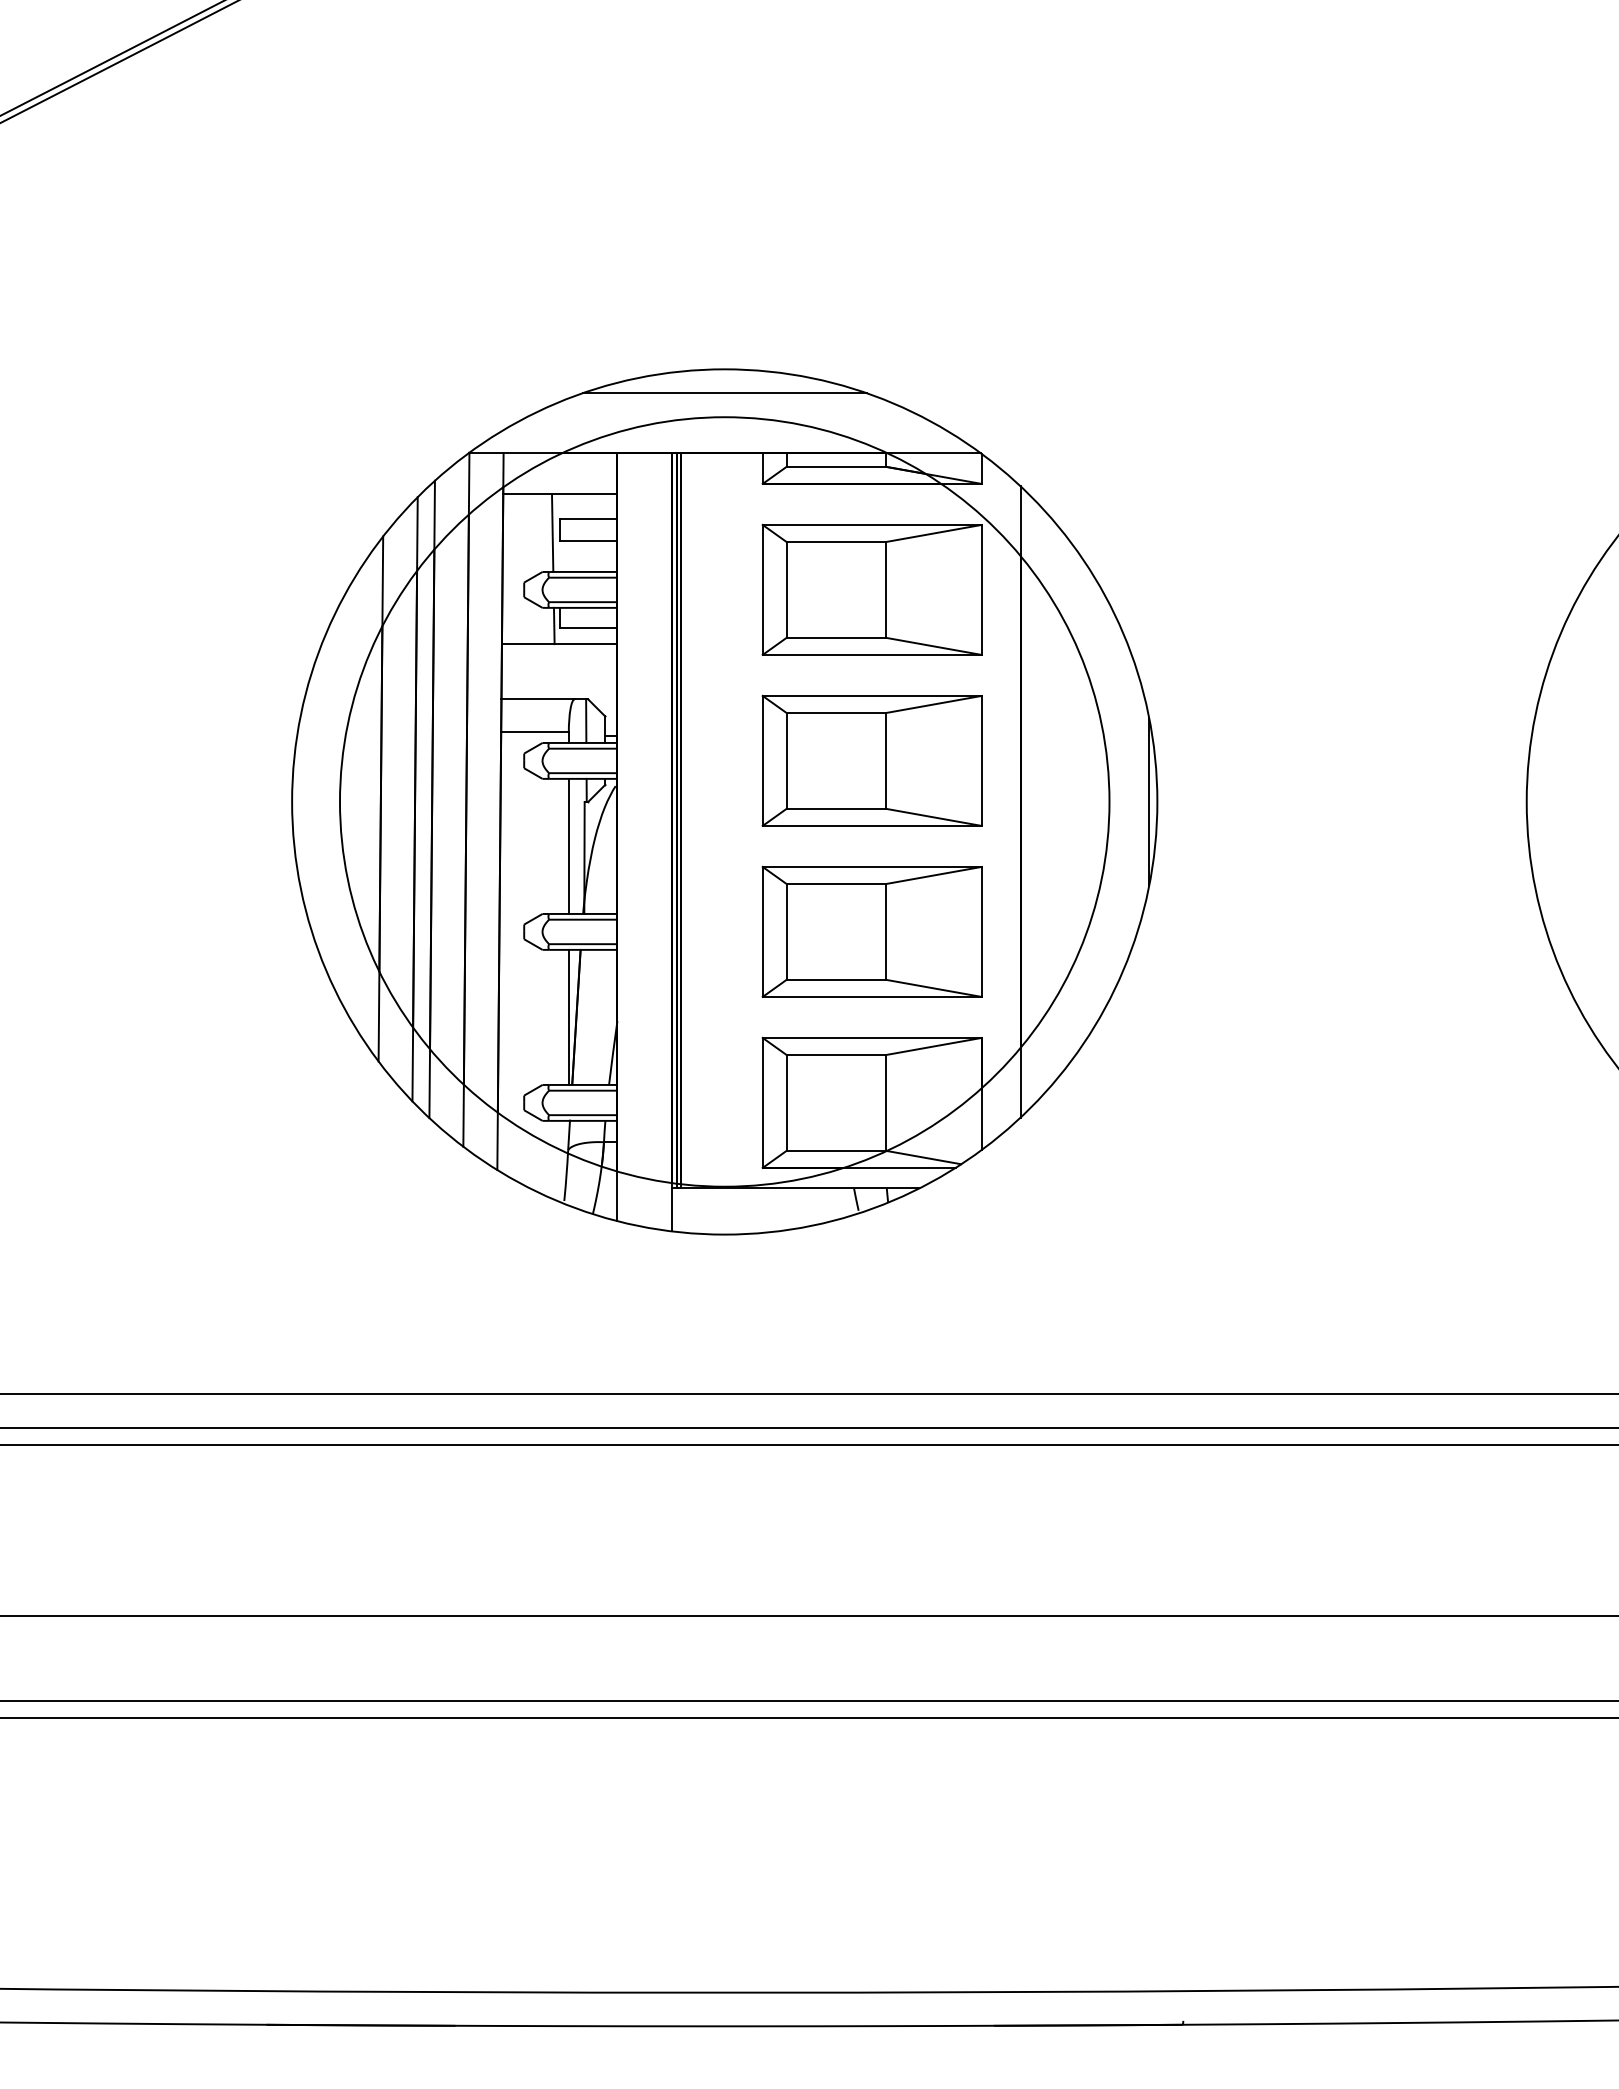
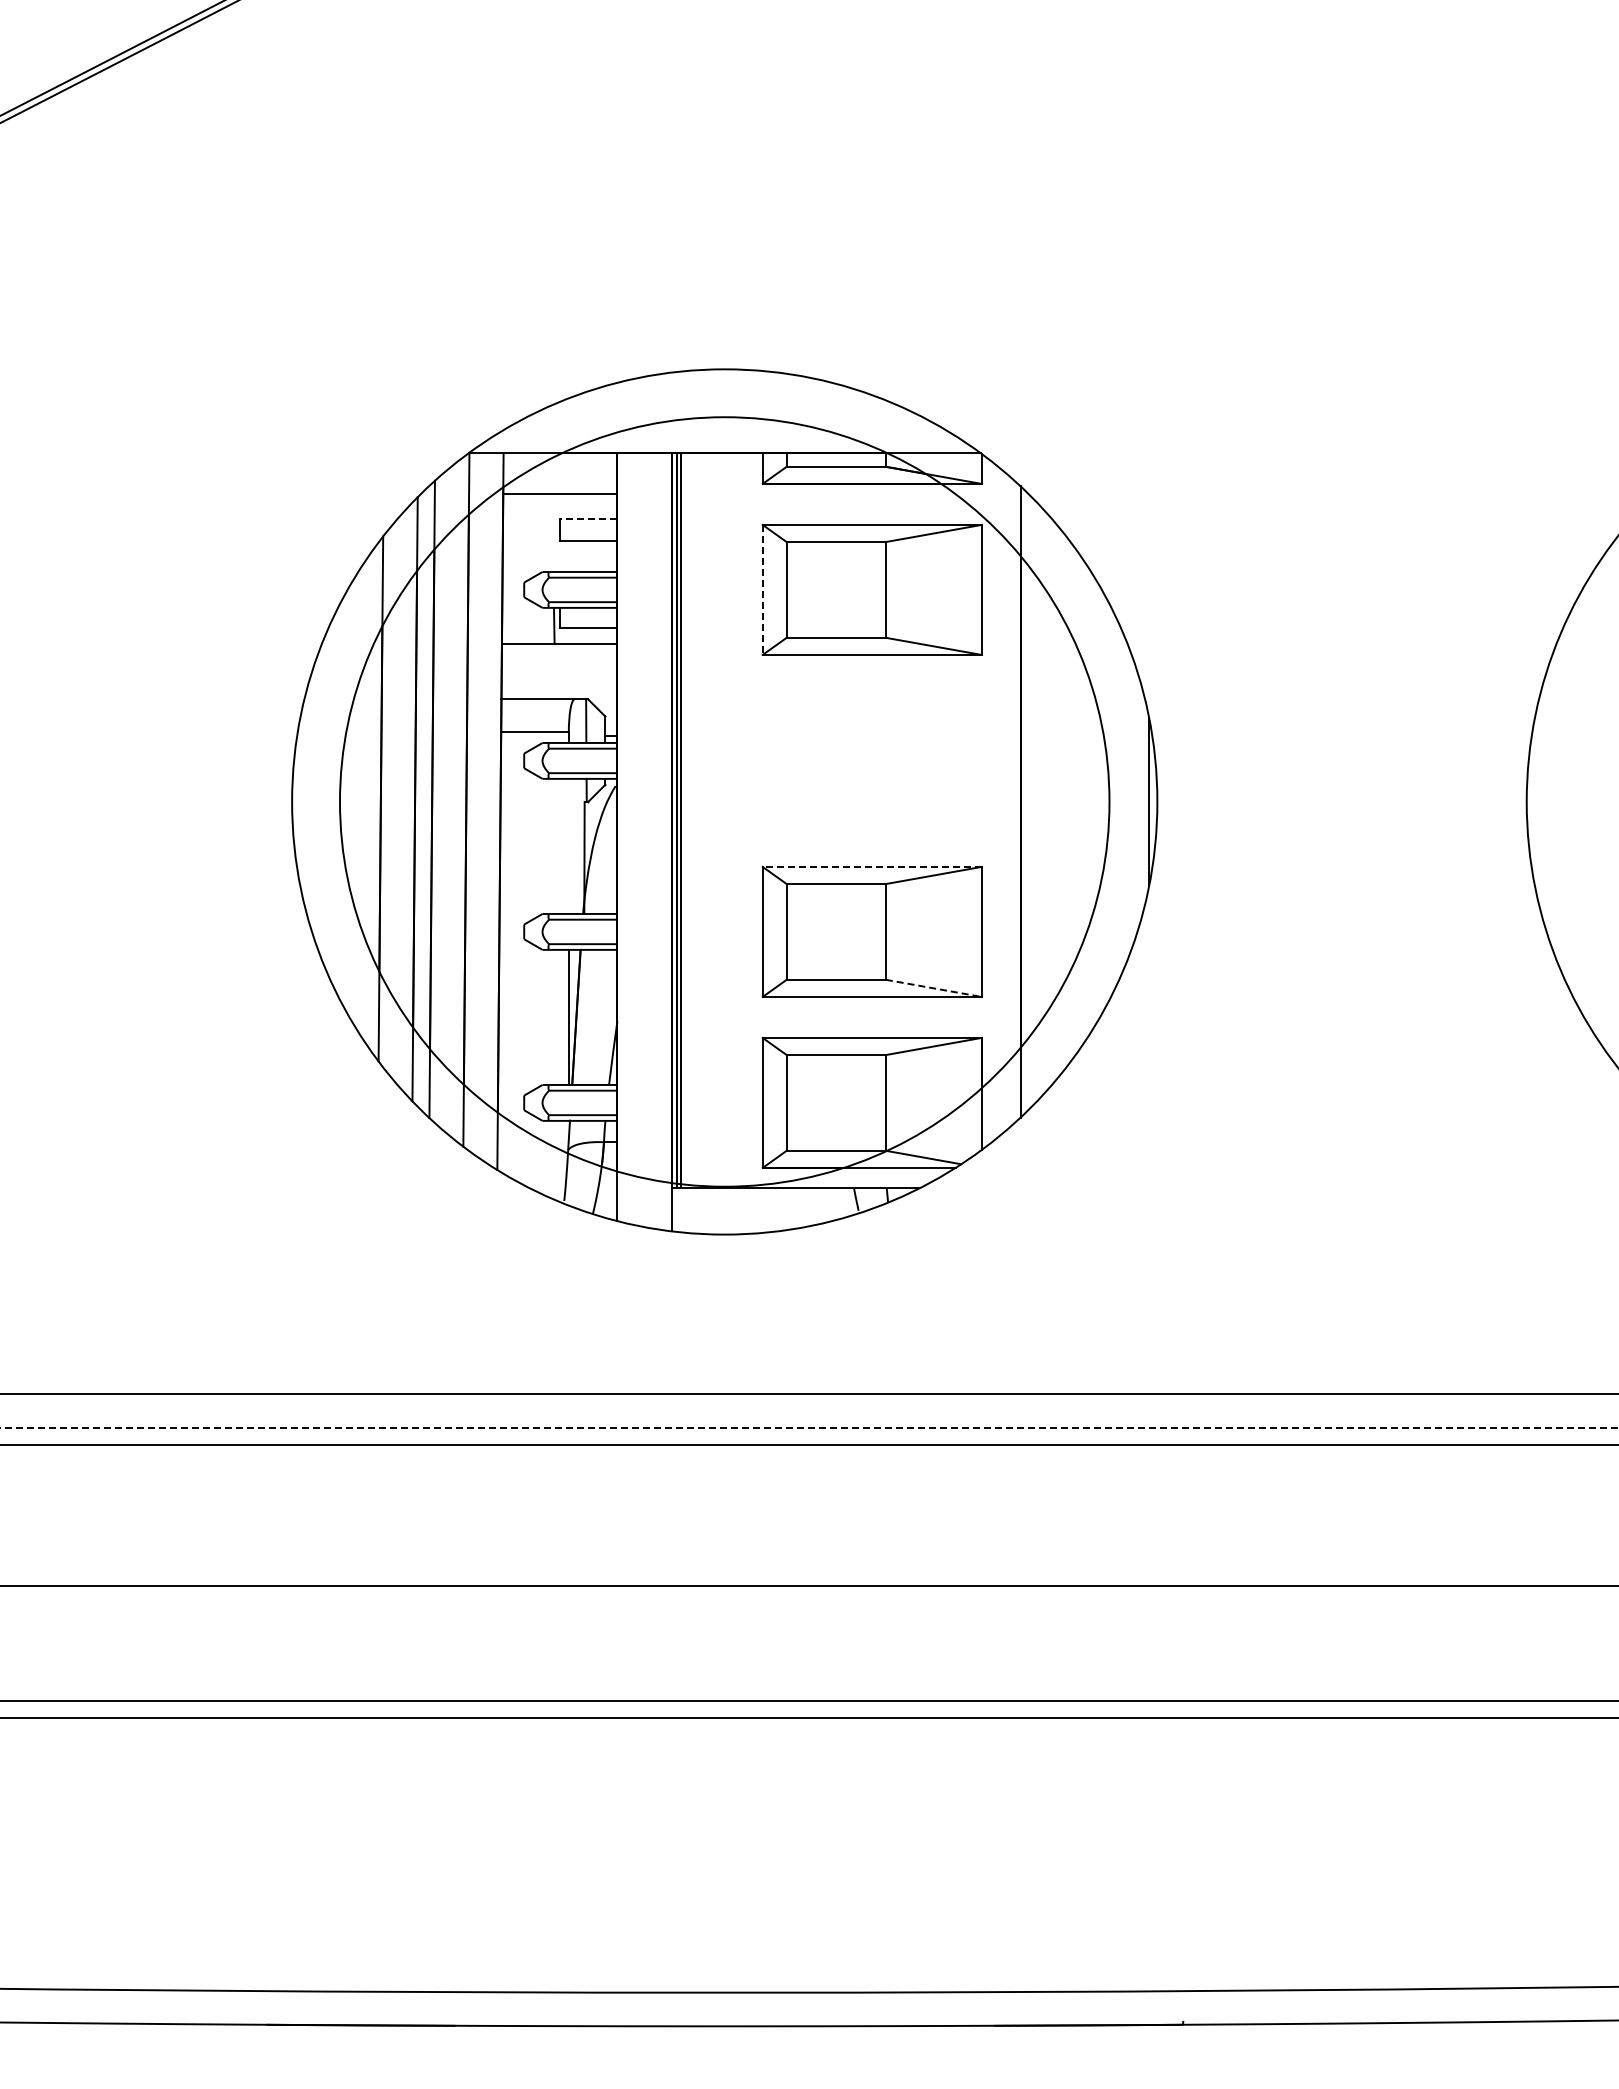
line at (724, 393): present -> none
line at (588, 519): solid -> dashed
line at (552, 532): present -> none
line at (762, 589): solid -> dashed
part at (871, 760): present -> none
line at (568, 845): present -> none
line at (871, 866): solid -> dashed
line at (933, 988): solid -> dashed
line at (809, 1427): solid -> dashed
line at (808, 1615) position: (808, 1615) -> (808, 1585)
